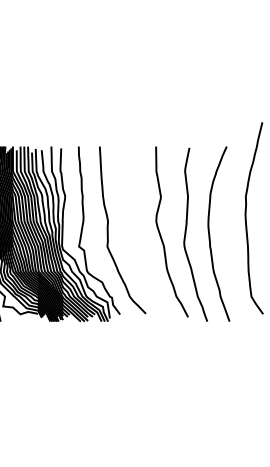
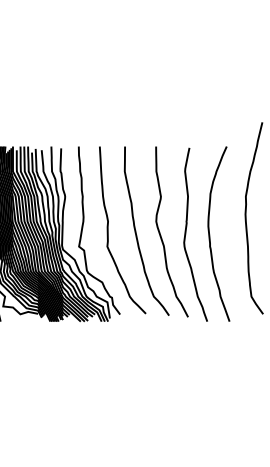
curve at (136, 230): none -> present
